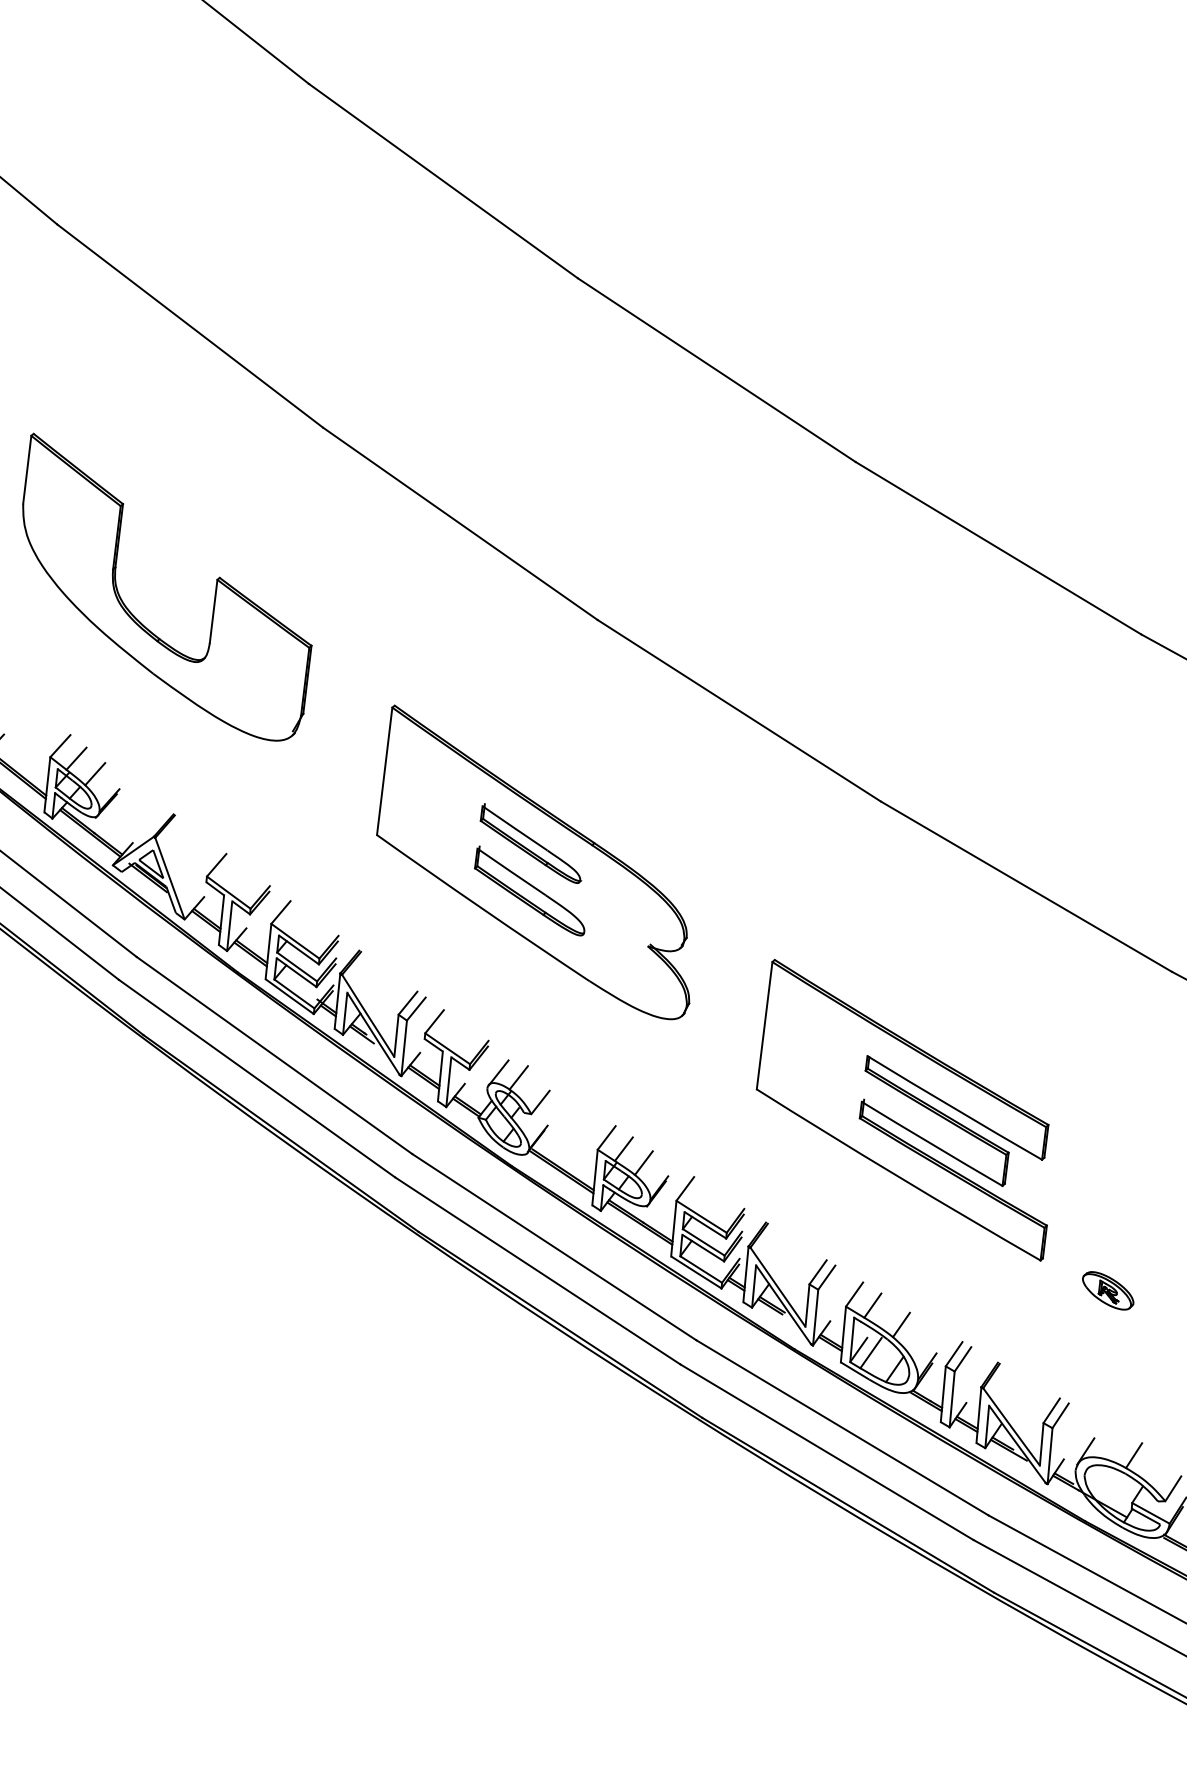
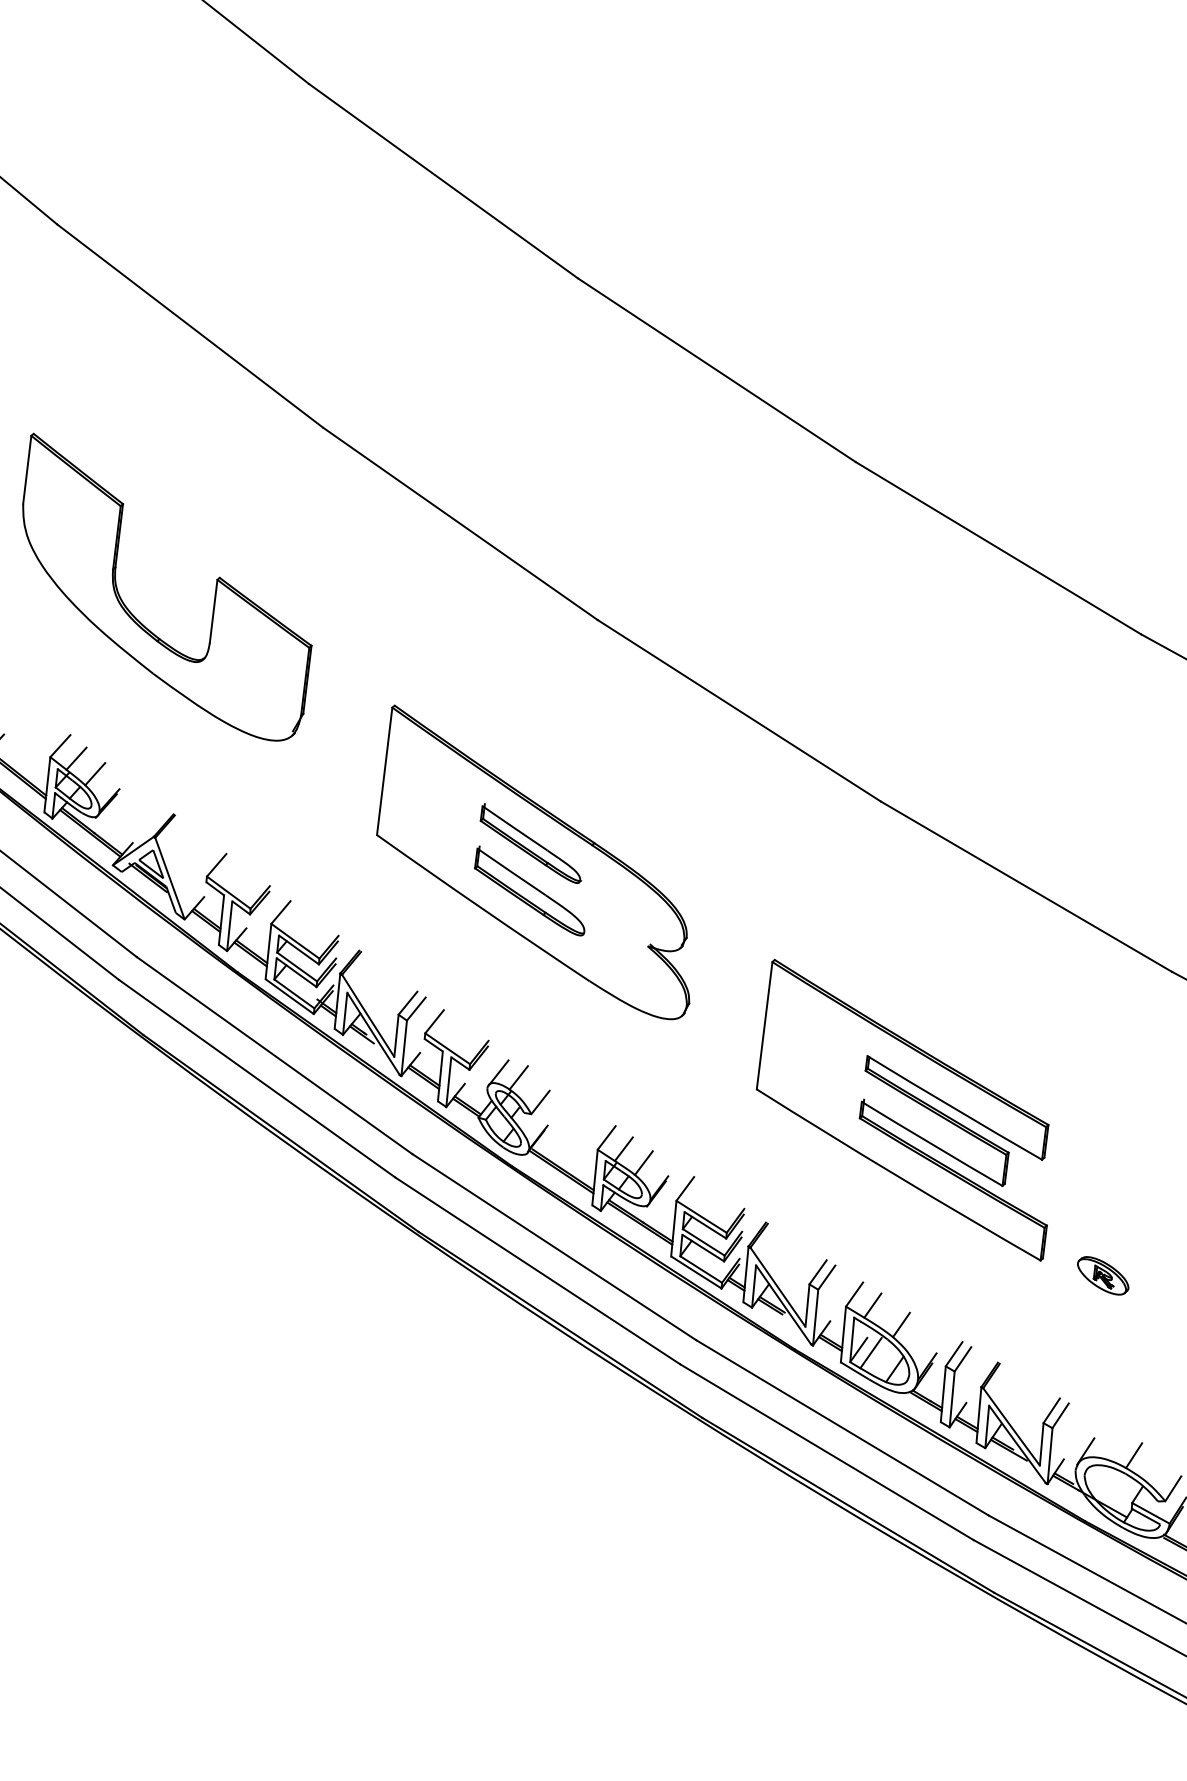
part at (1108, 1290) position: (1108, 1290) -> (1103, 1275)
